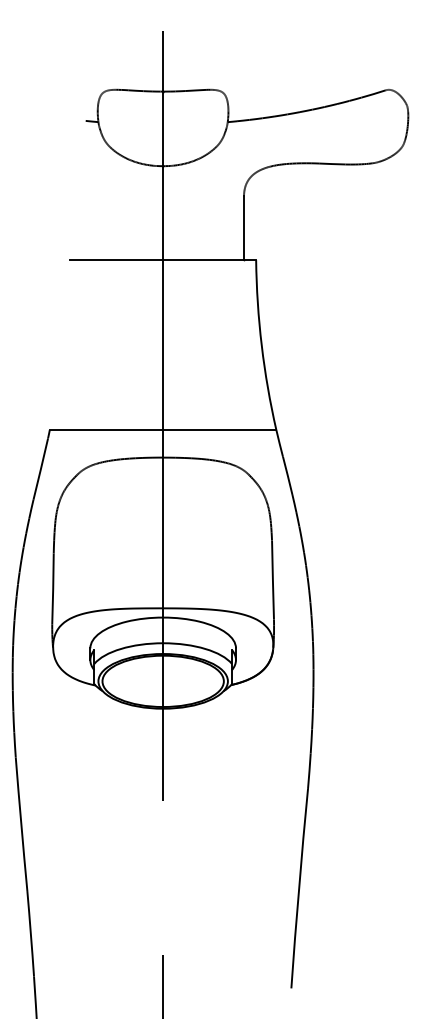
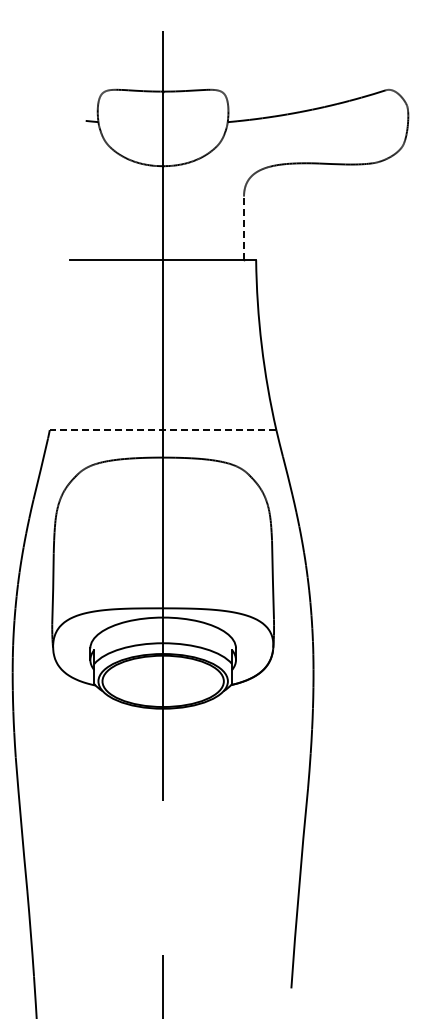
line at (244, 228): solid -> dashed
line at (162, 430): solid -> dashed
